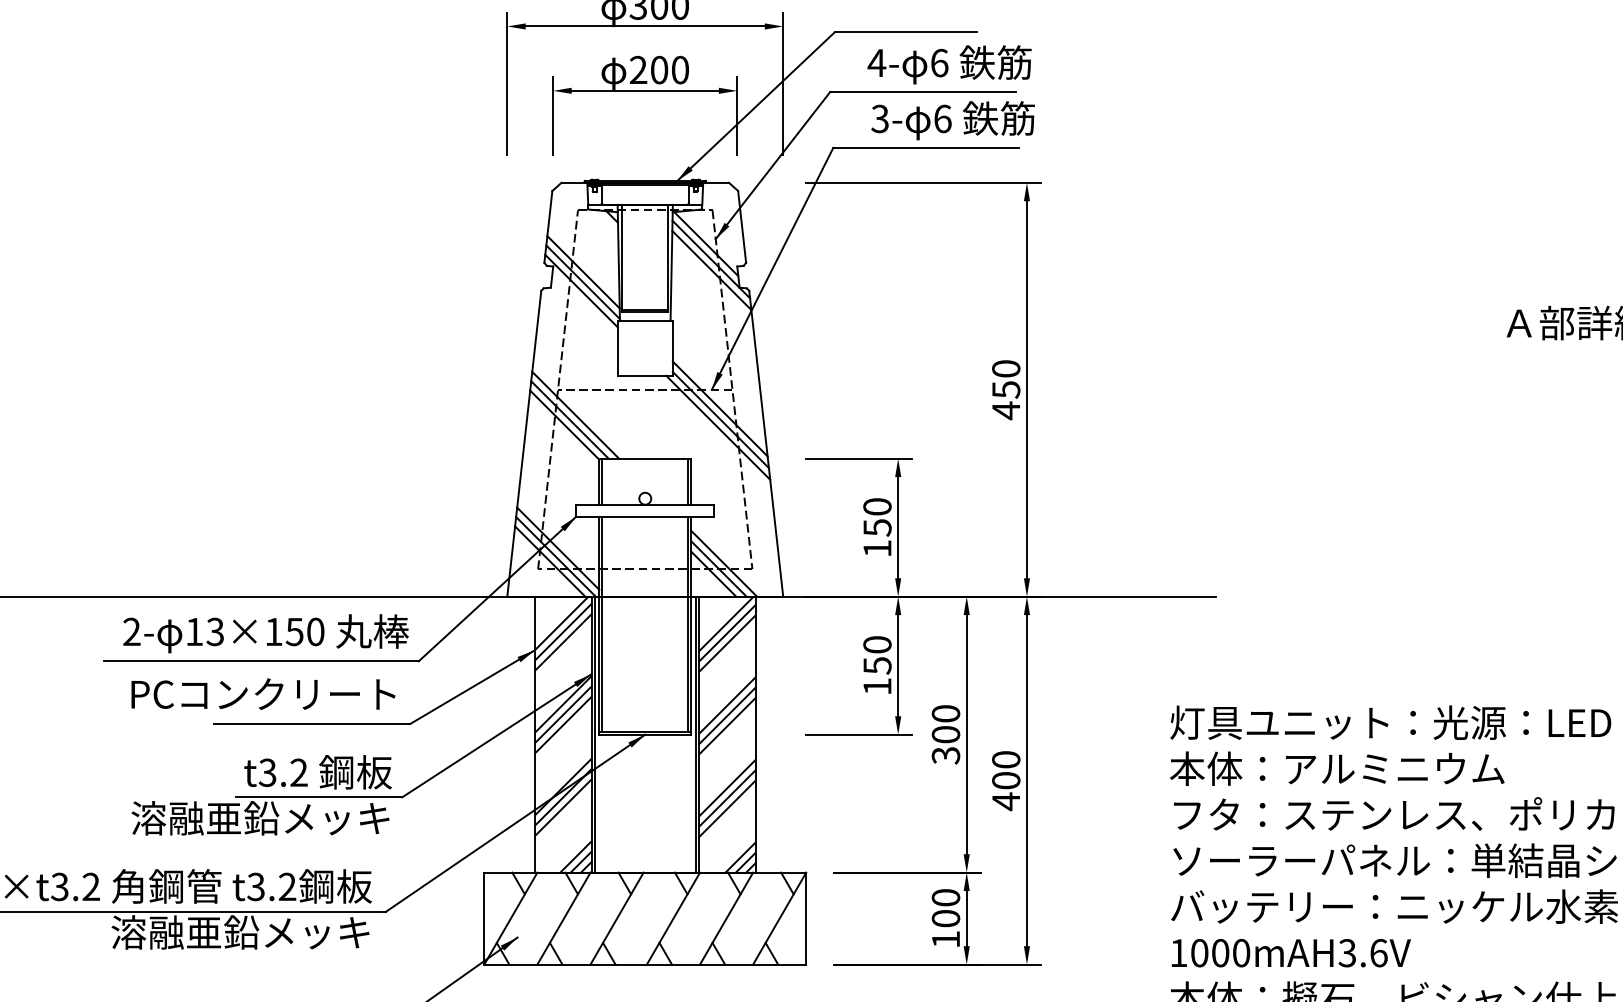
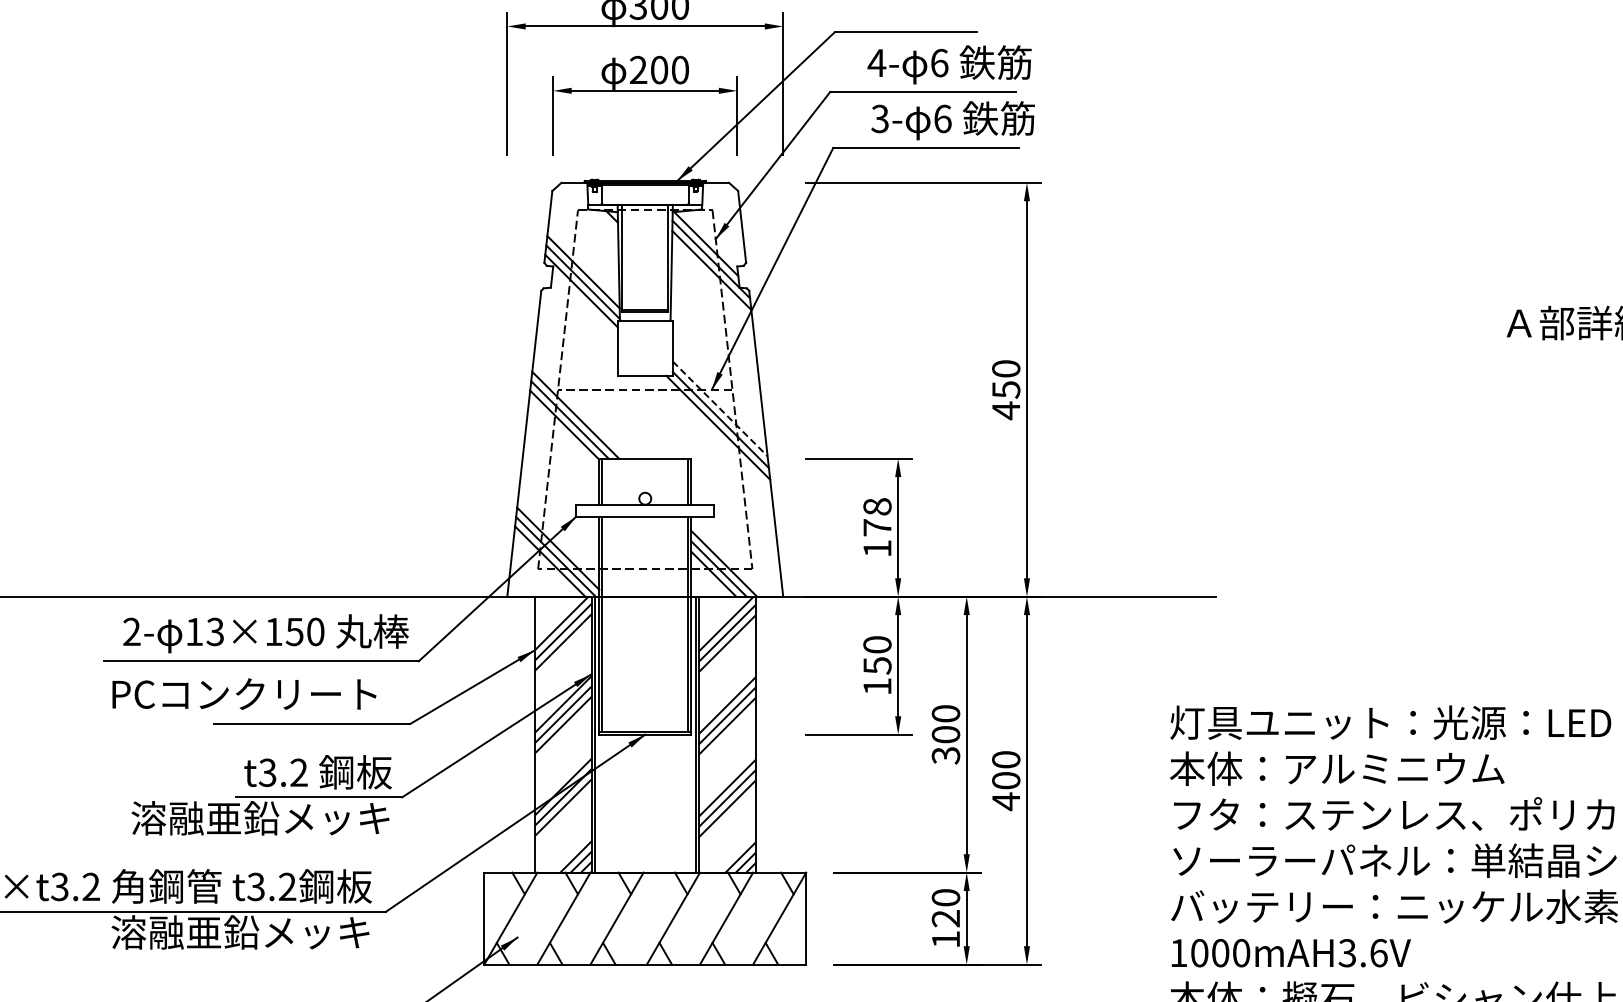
line at (720, 409): solid -> dashed
text at (877, 517): 150 -> 178
text at (263, 693) position: (263, 693) -> (244, 693)
text at (945, 918): 100 -> 120
